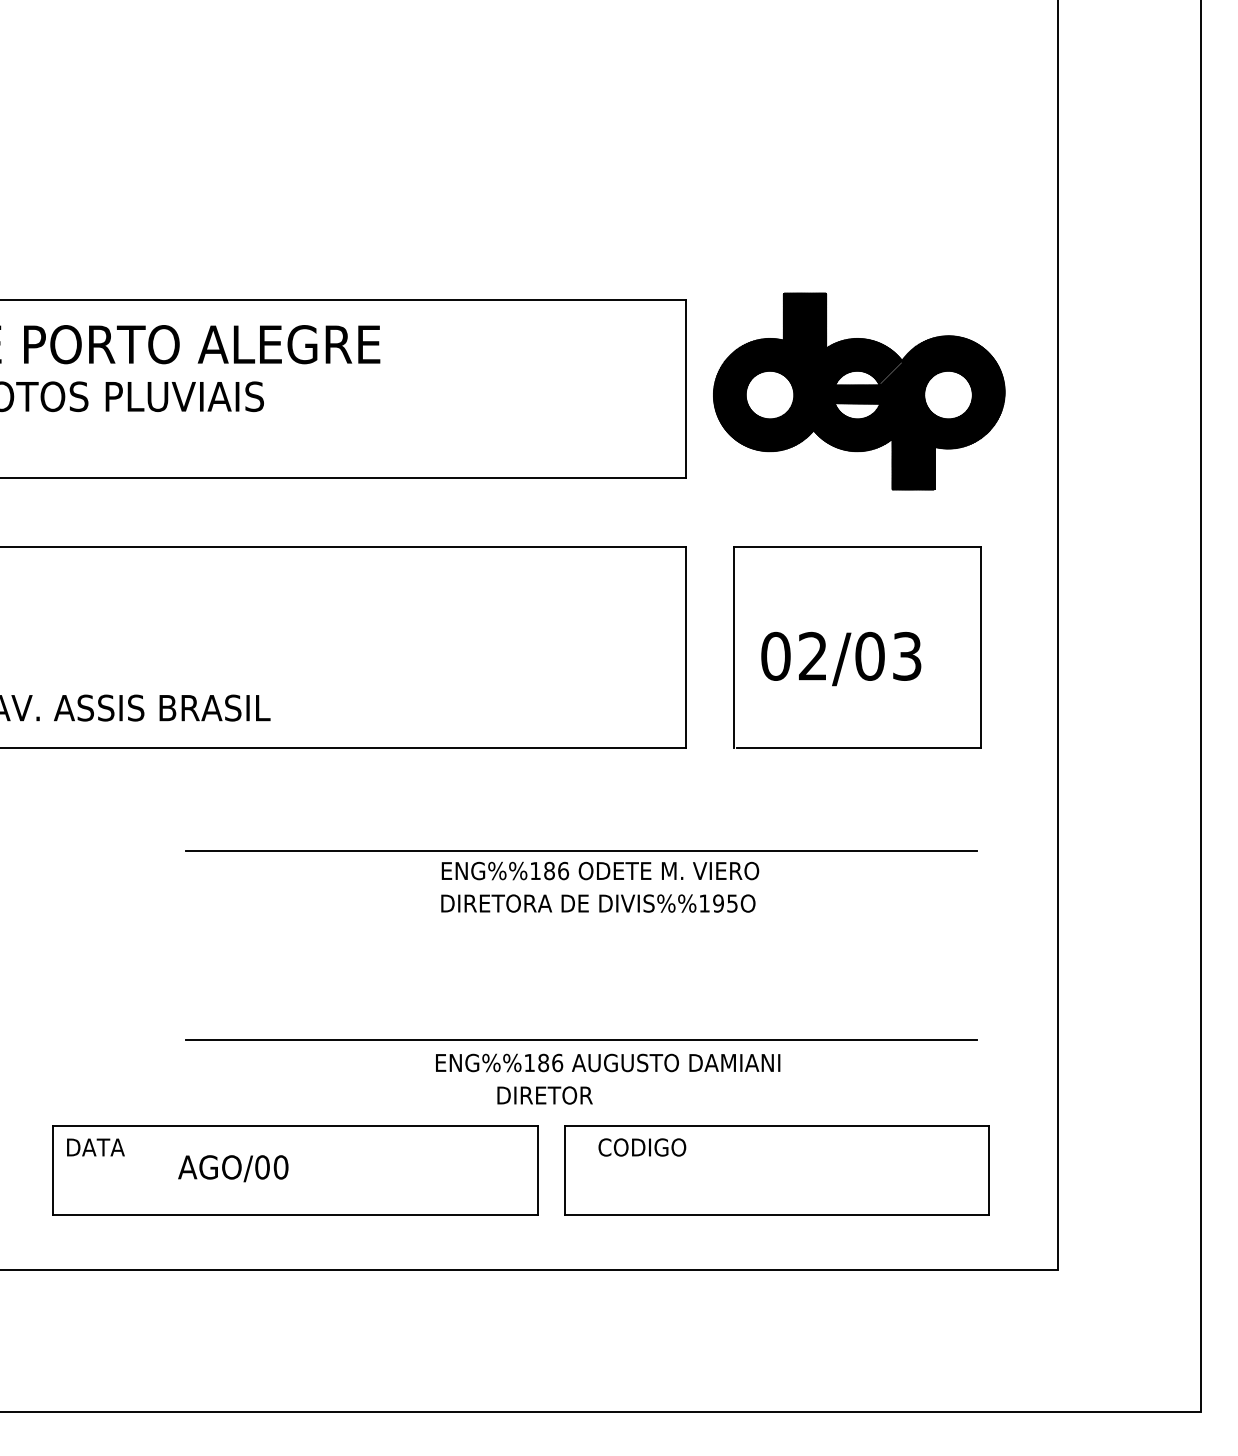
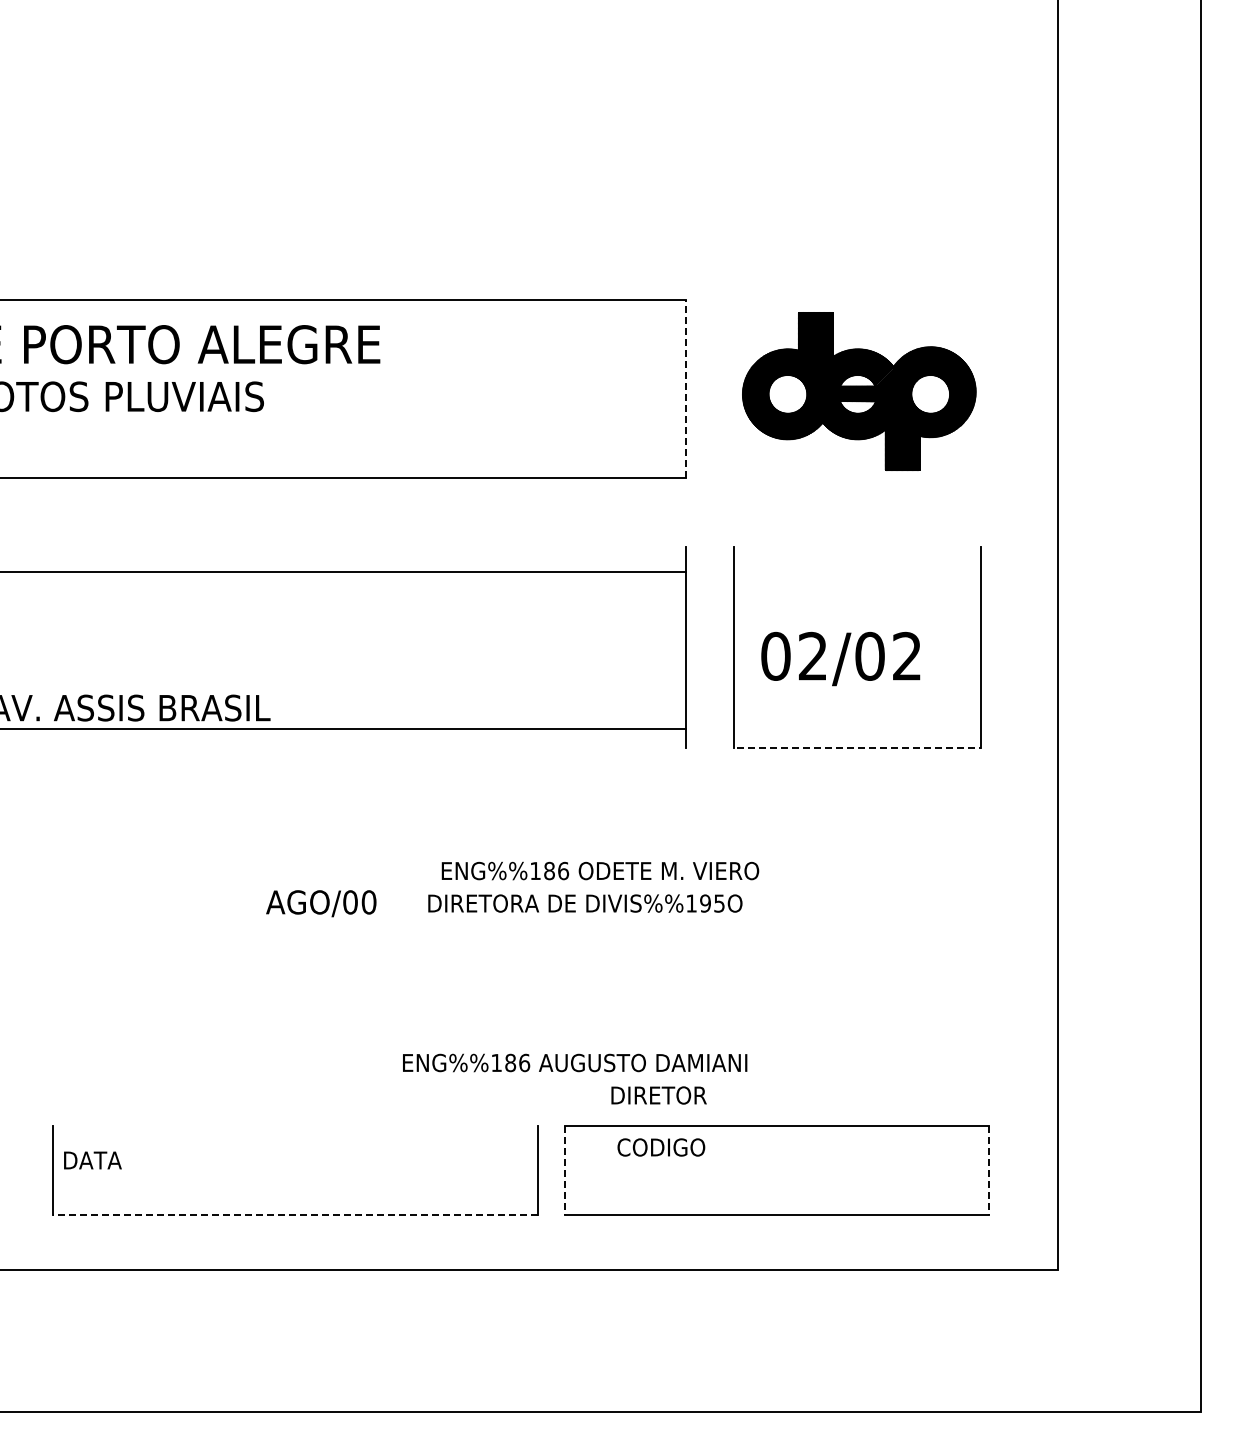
line at (686, 388): solid -> dashed
part at (859, 391) size: 293x199 px -> 235x159 px
line at (344, 546) position: (344, 546) -> (344, 571)
line at (857, 546): present -> none
text at (907, 656): 02/03 -> 02/02
line at (344, 748) position: (344, 748) -> (344, 729)
line at (859, 748): solid -> dashed
line at (580, 851): present -> none
text at (598, 903) position: (598, 903) -> (585, 903)
line at (580, 1040): present -> none
text at (608, 1062) position: (608, 1062) -> (575, 1062)
text at (544, 1095) position: (544, 1095) -> (658, 1095)
line at (295, 1125): present -> none
text at (95, 1147) position: (95, 1147) -> (92, 1160)
text at (642, 1147) position: (642, 1147) -> (661, 1147)
text at (233, 1168) position: (233, 1168) -> (321, 903)
line at (565, 1170): solid -> dashed
line at (988, 1170): solid -> dashed
line at (295, 1214): solid -> dashed
